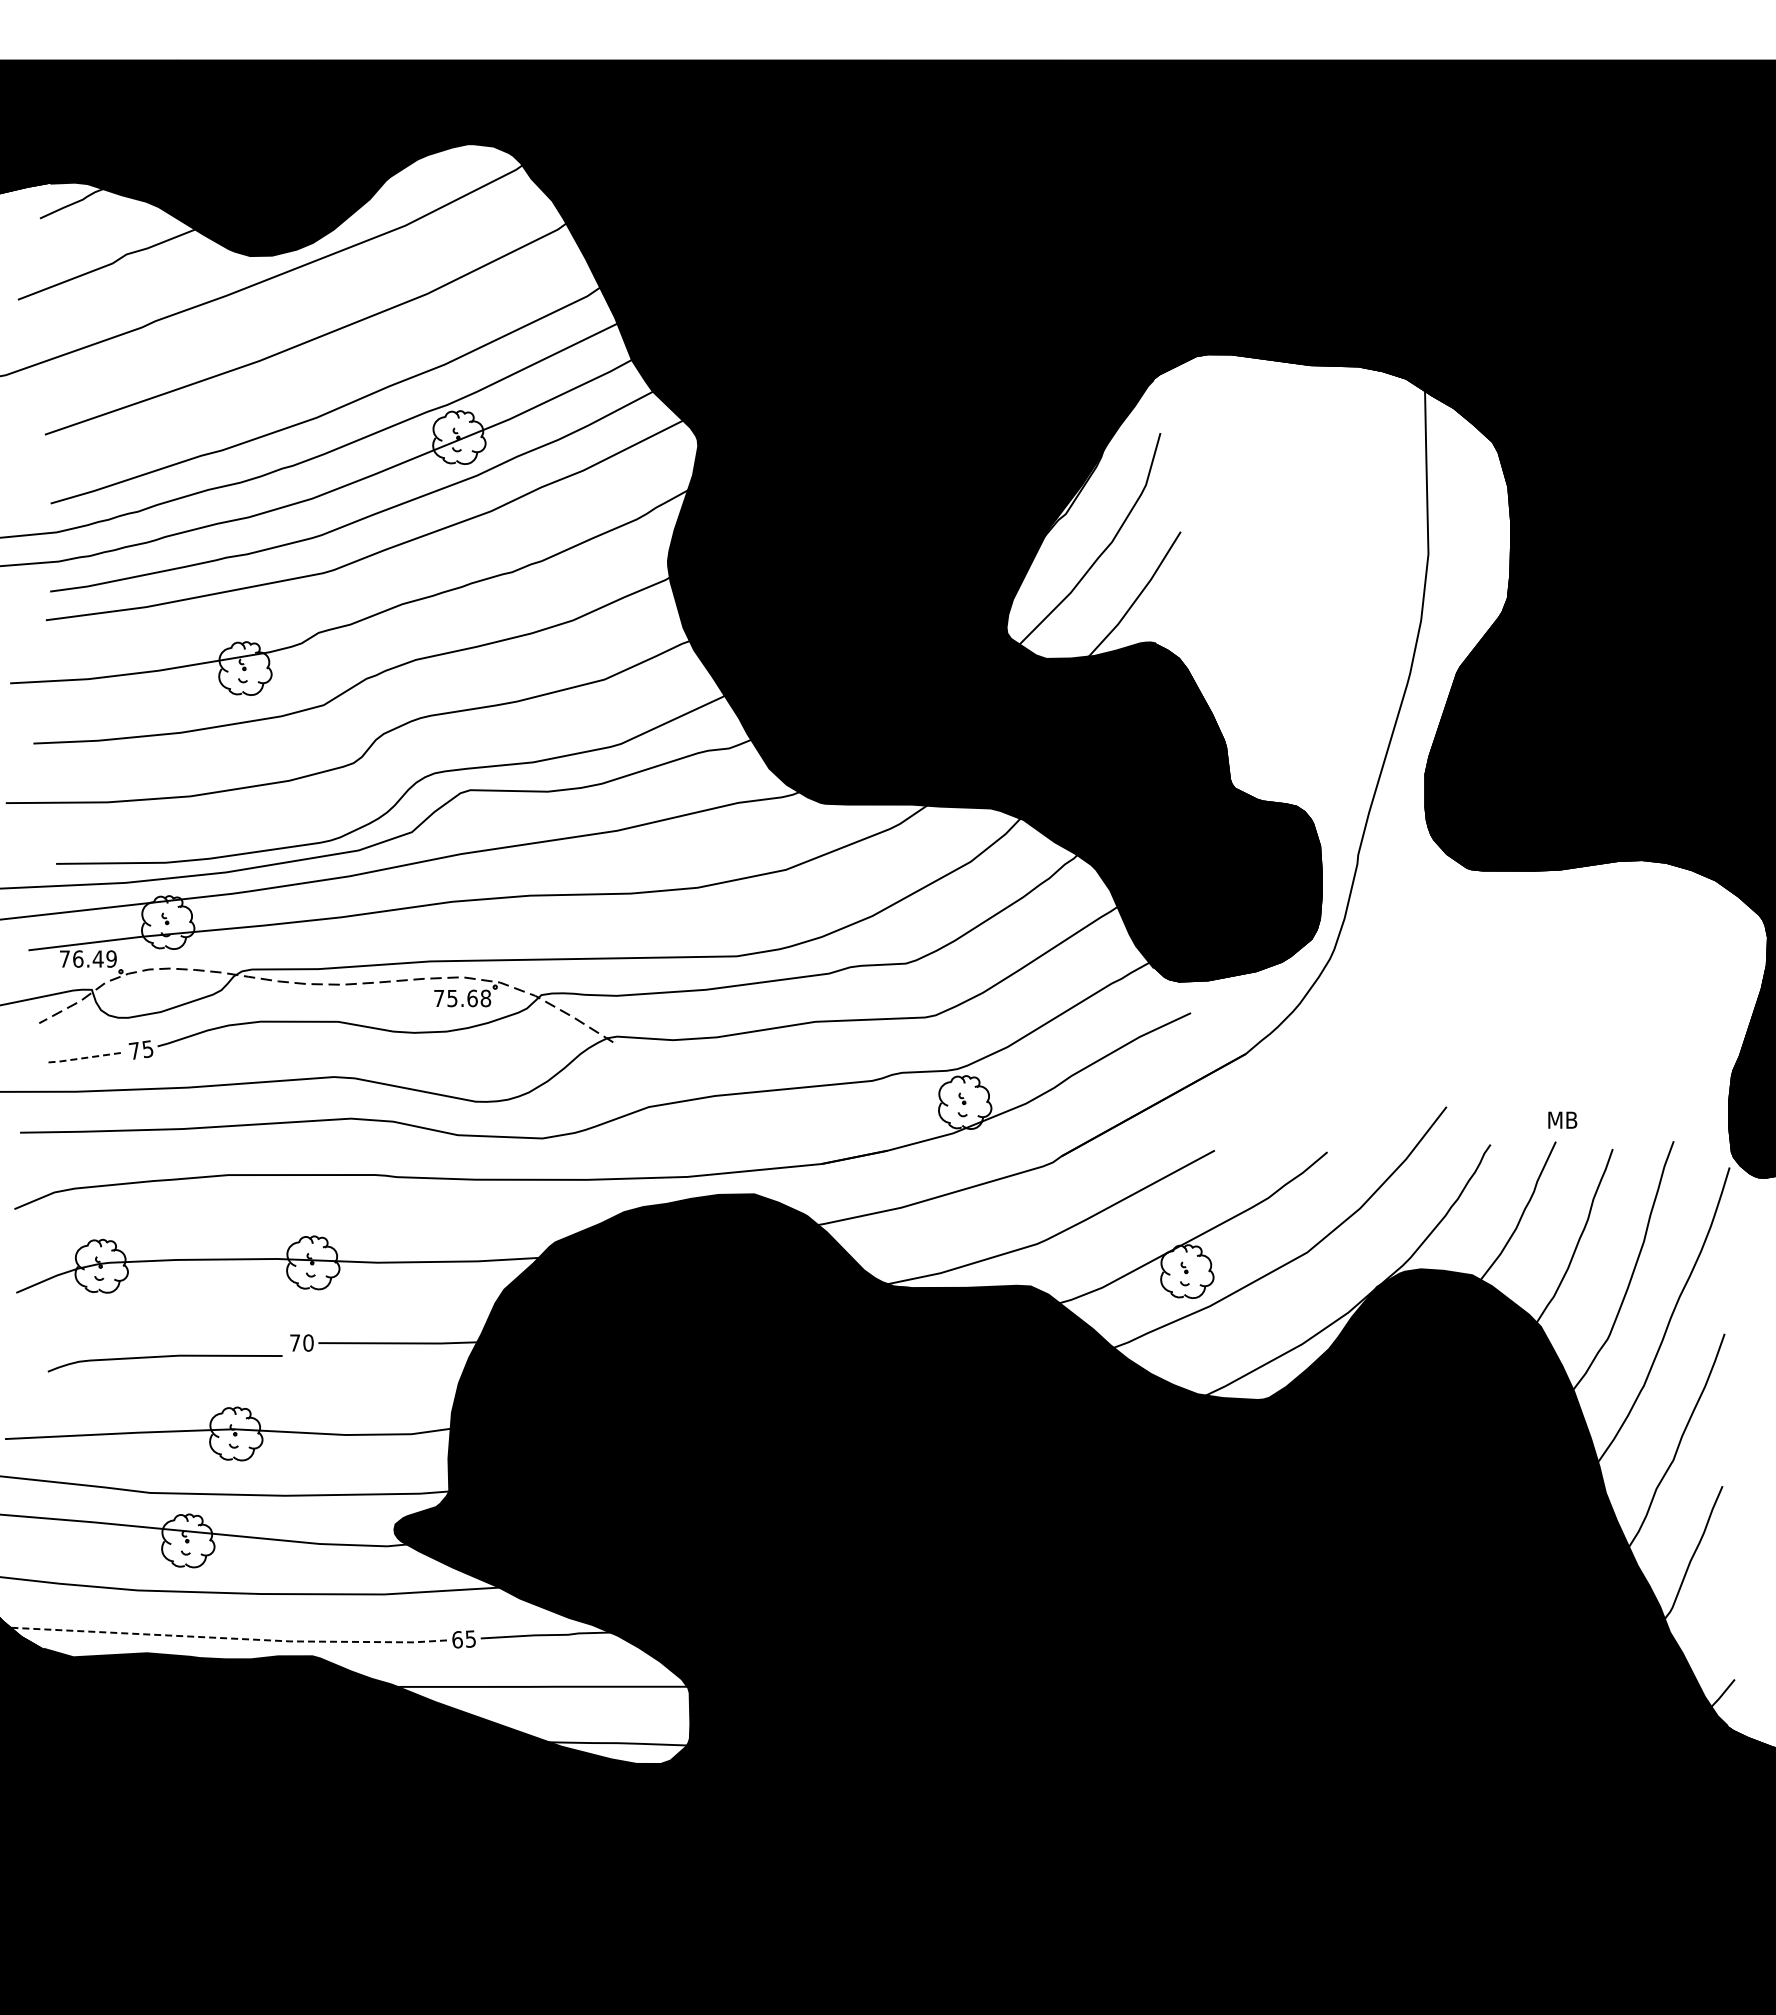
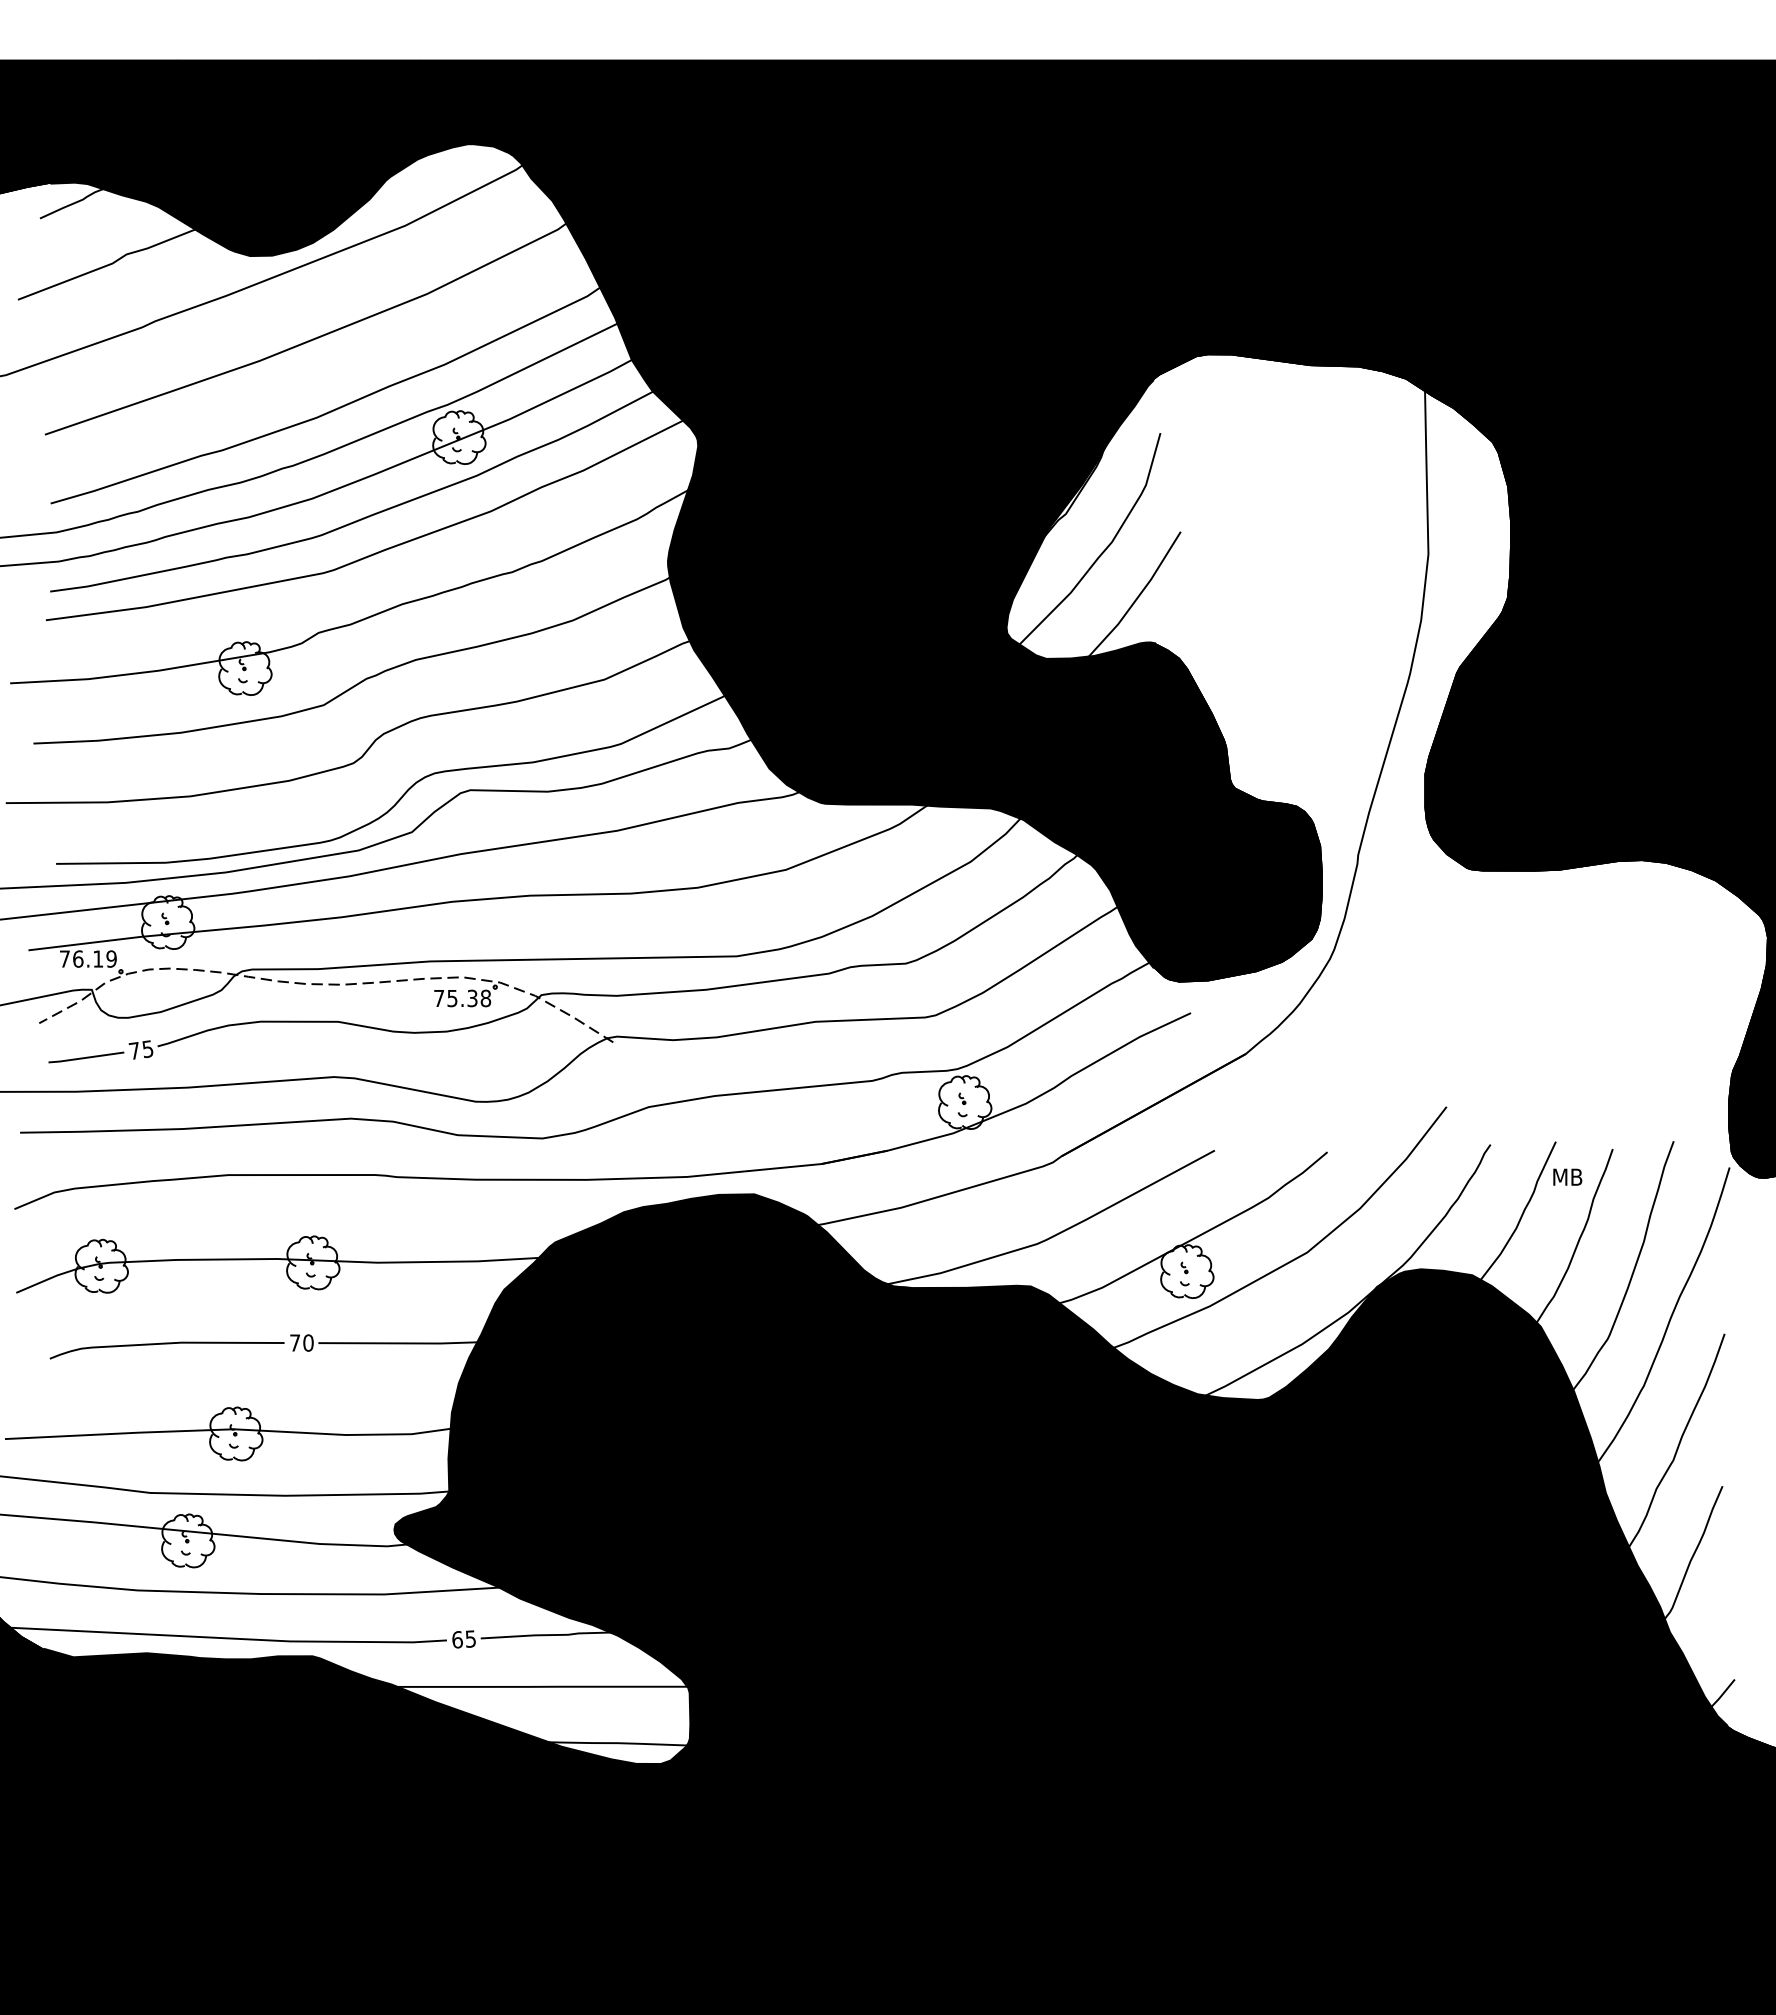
text at (97, 958): 76.49 -> 76.19
text at (472, 998): 75.68 -> 75.38
line at (86, 1057): dashed -> solid
text at (1562, 1119) position: (1562, 1119) -> (1567, 1176)
curve at (164, 1357) position: (164, 1357) -> (166, 1344)
line at (225, 1638): dashed -> solid
